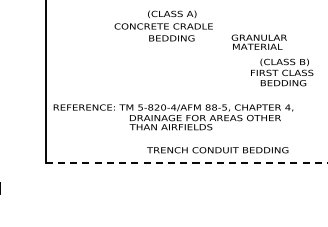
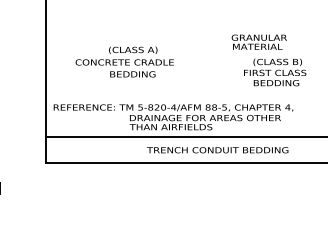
text at (163, 25) position: (163, 25) -> (124, 61)
text at (282, 72) position: (282, 72) -> (275, 72)
line at (184, 137): none -> present
line at (186, 163): dashed -> solid
